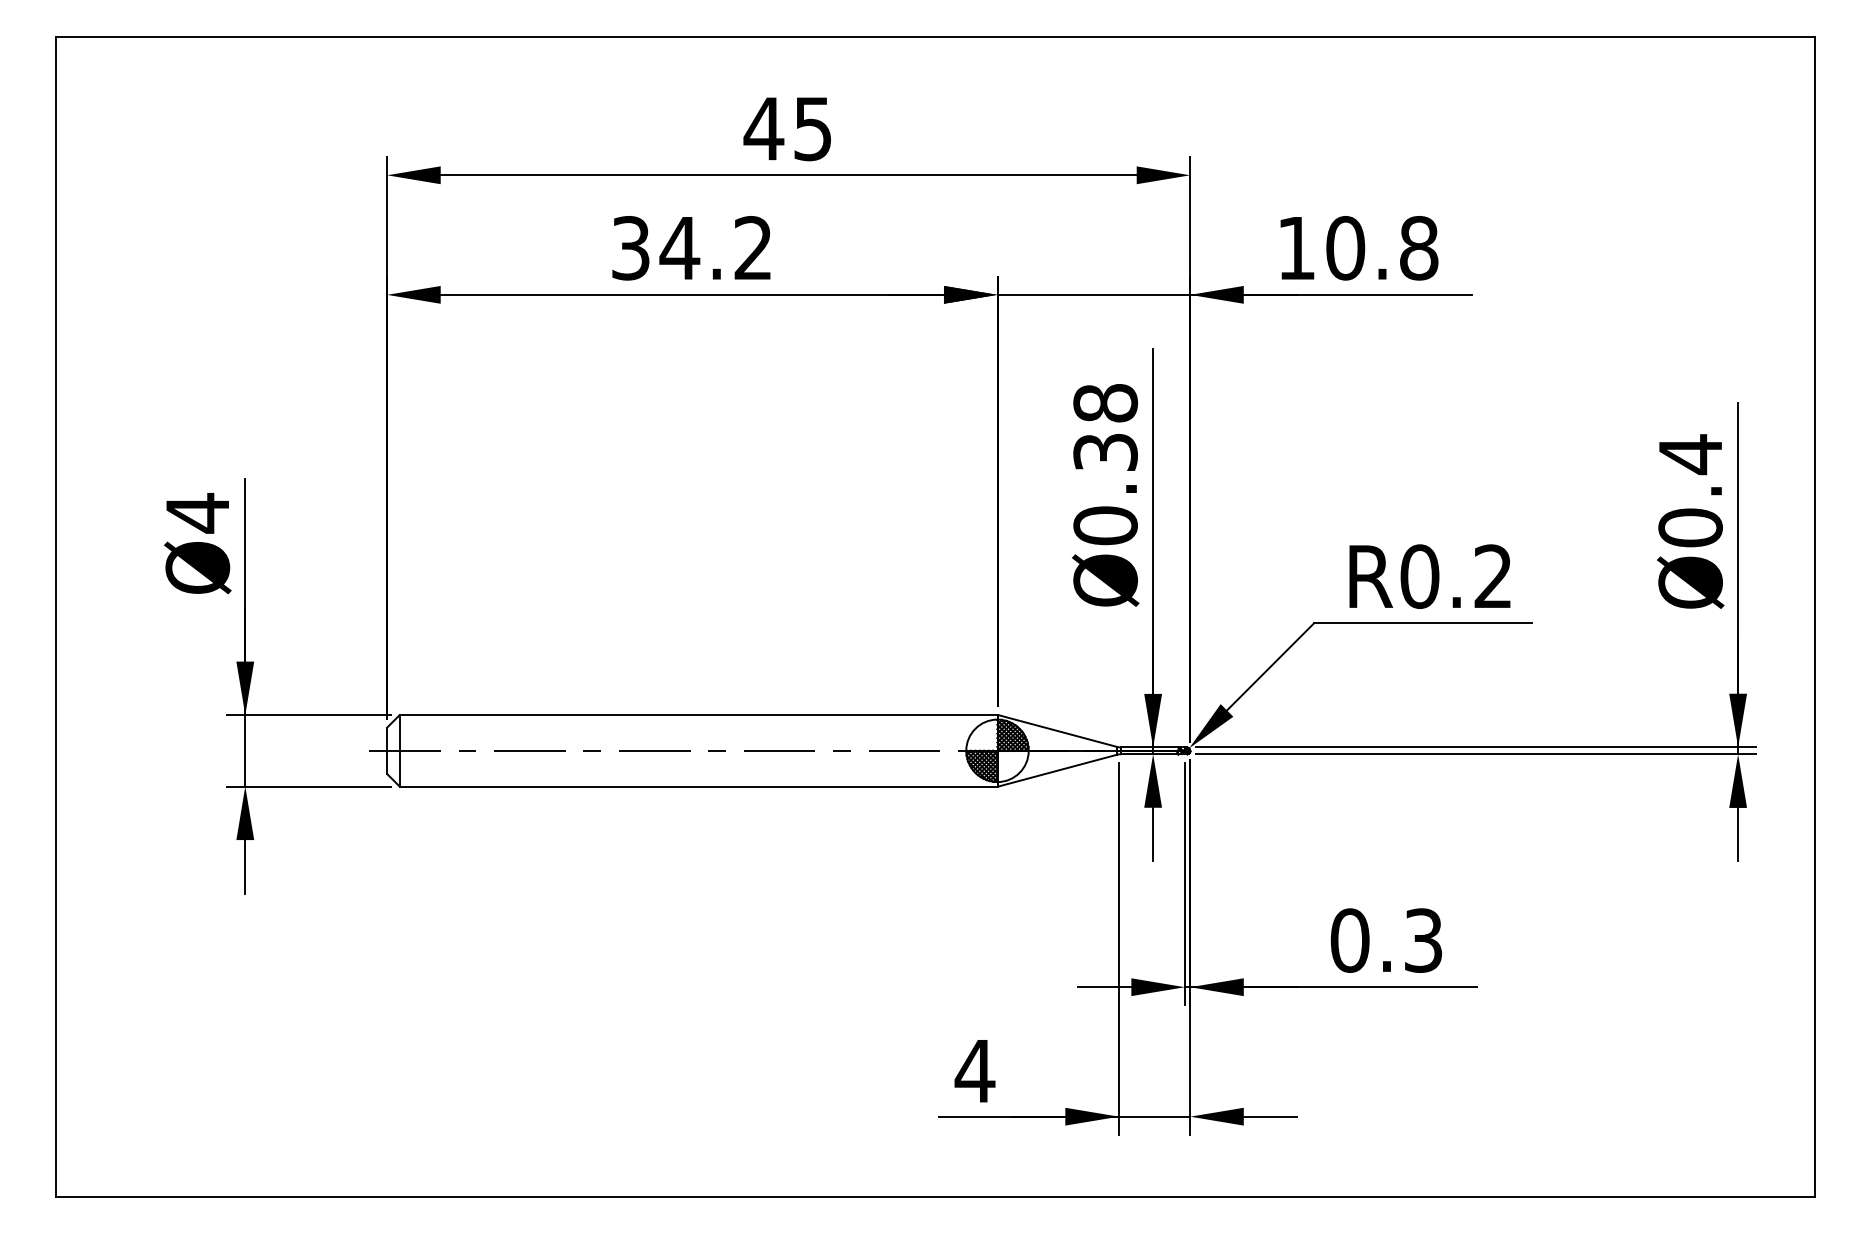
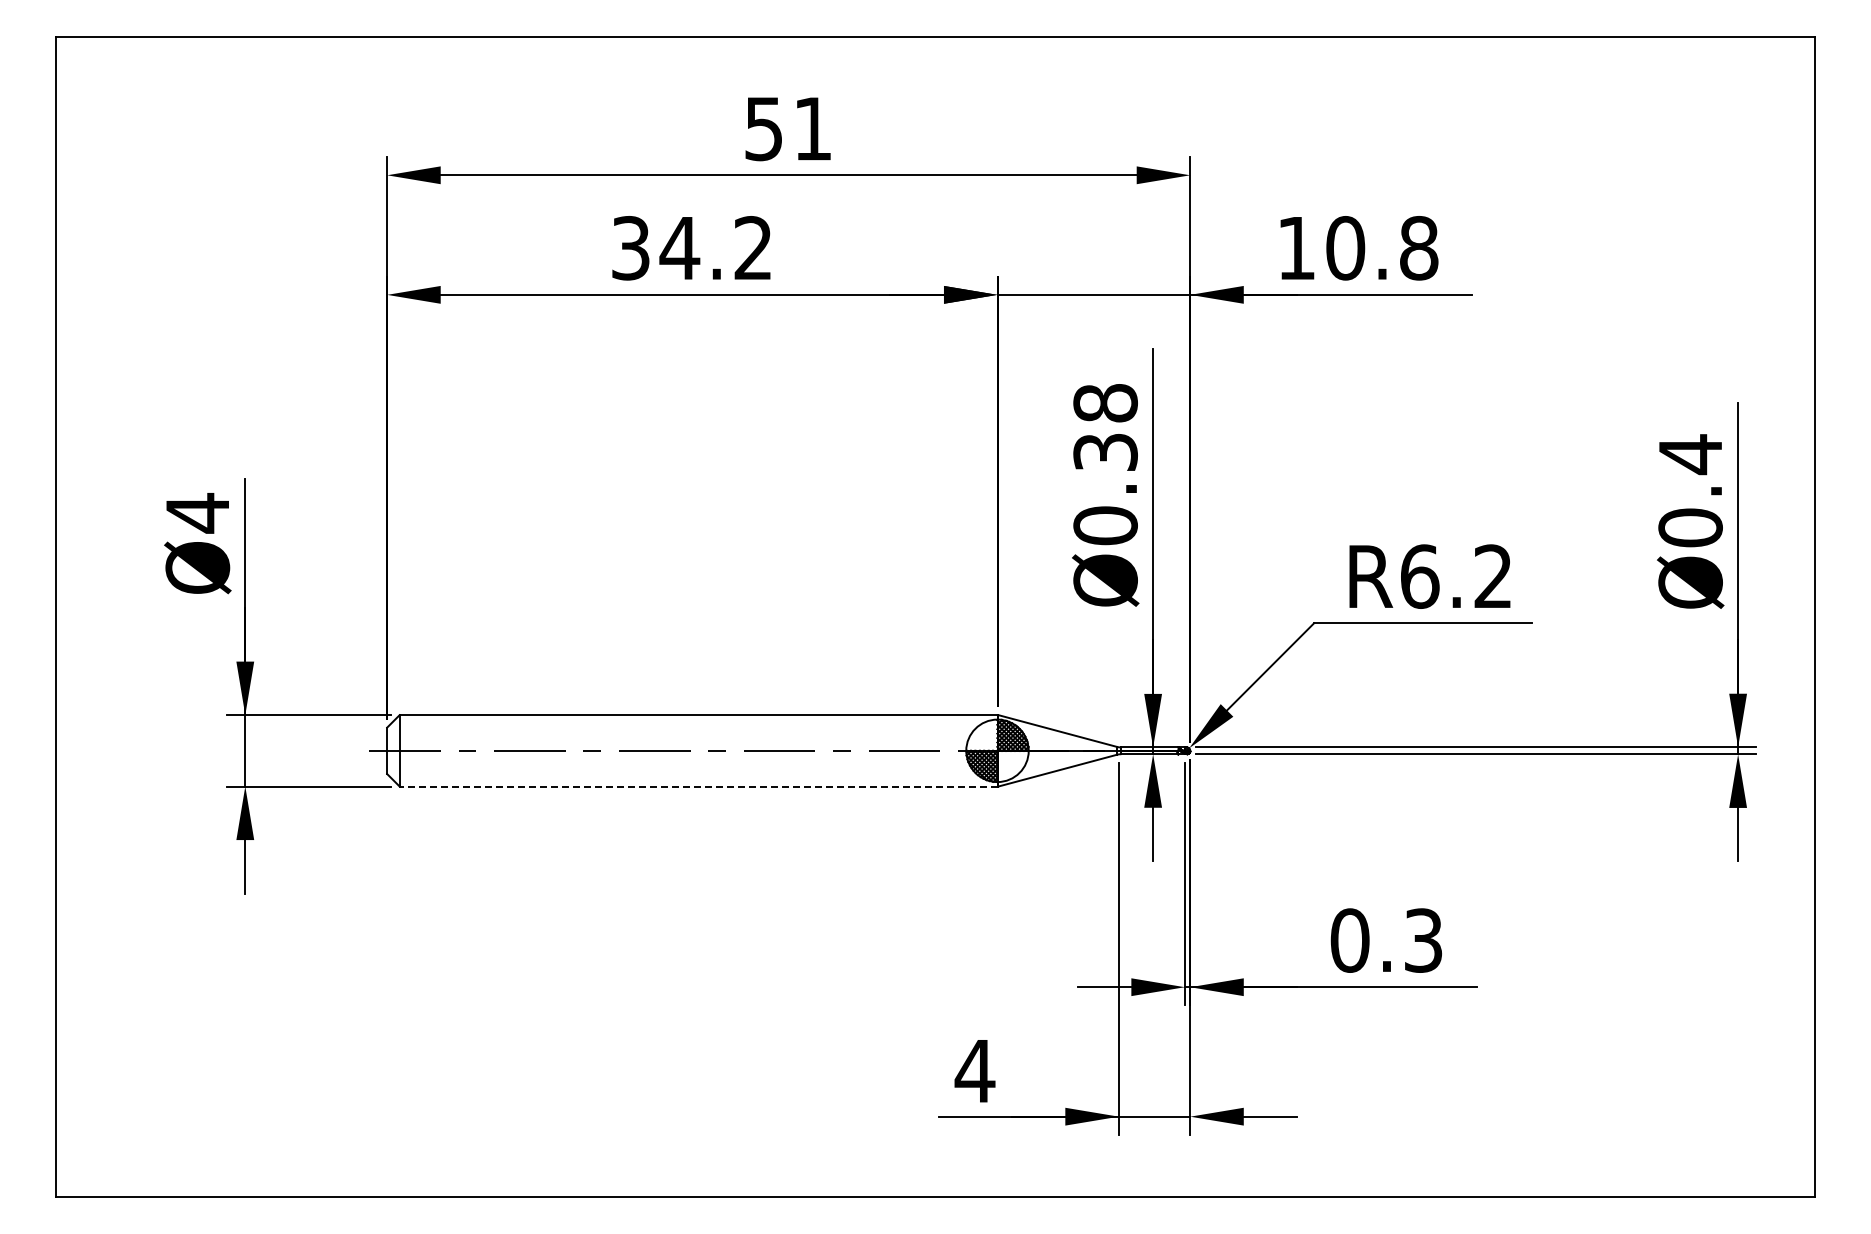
text at (786, 129): 45 -> 51
text at (1419, 576): R0.2 -> R6.2
line at (698, 786): solid -> dashed
